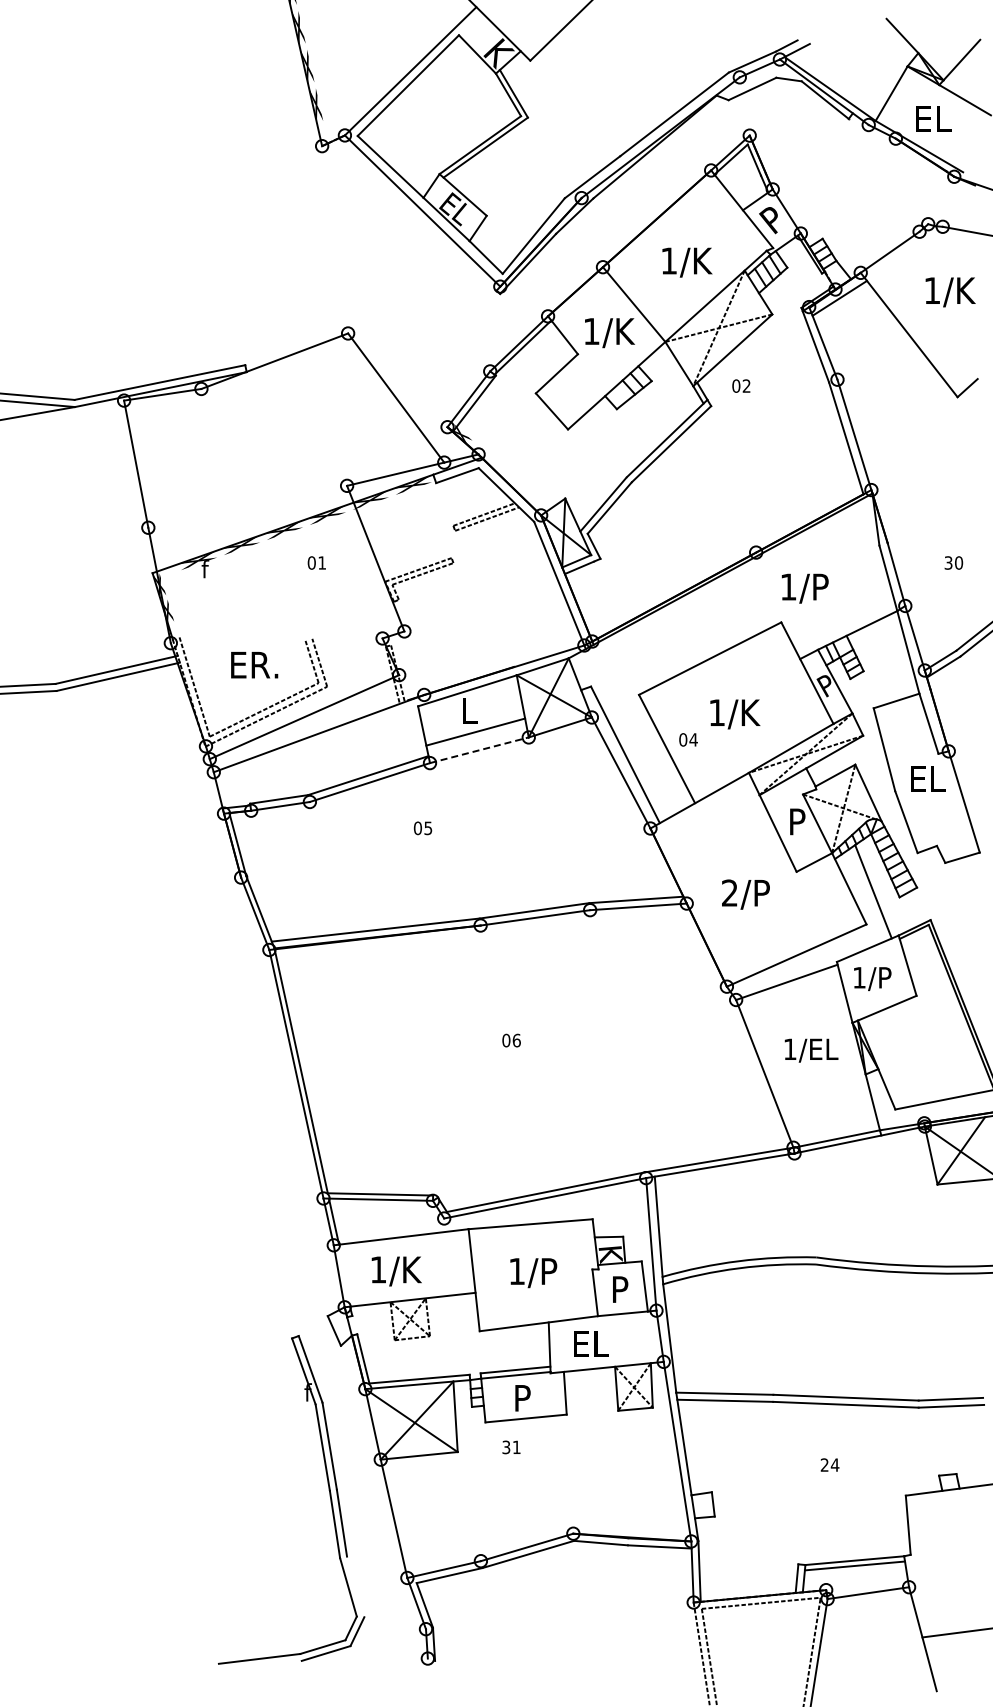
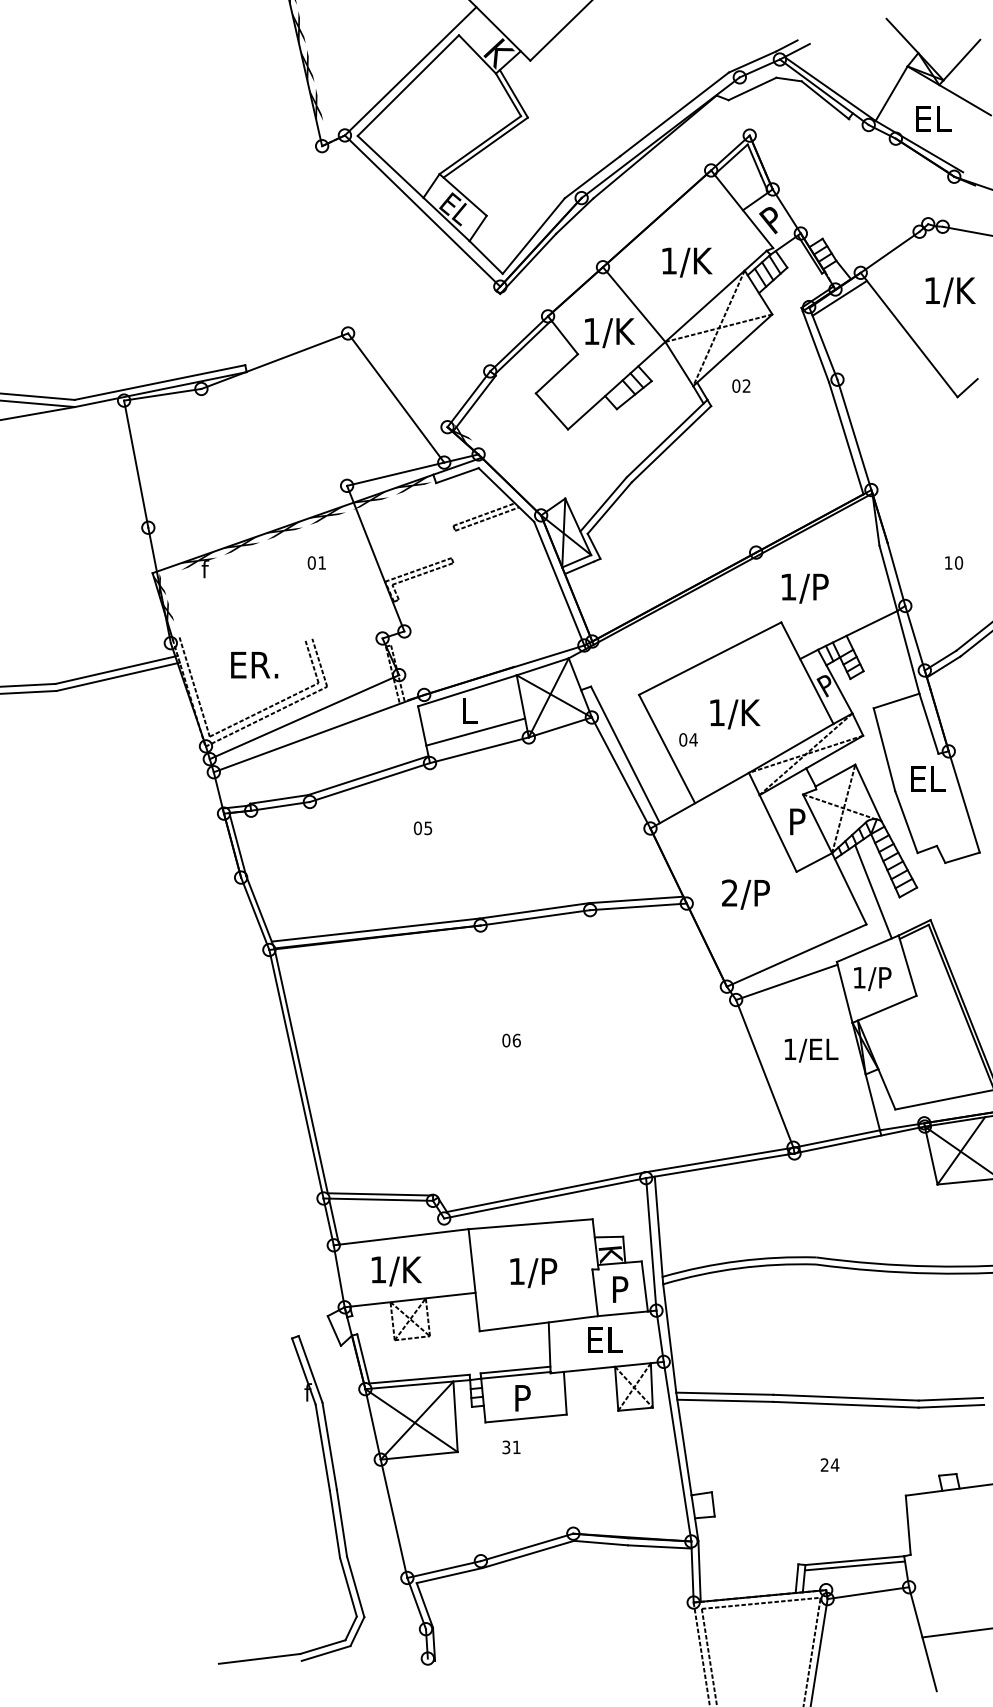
text at (948, 562): 30 -> 10
line at (479, 750): dashed -> solid
text at (591, 1343) position: (591, 1343) -> (605, 1339)
line at (355, 1586): none -> present
